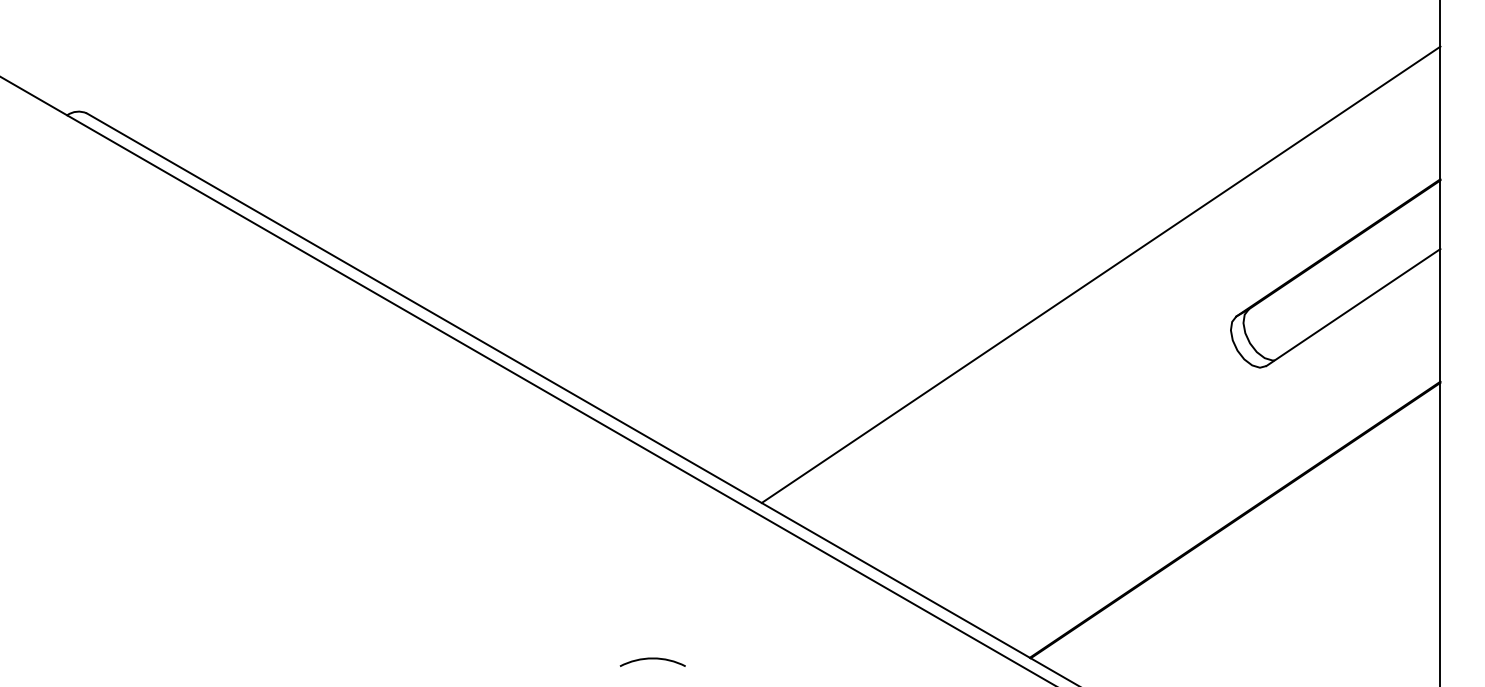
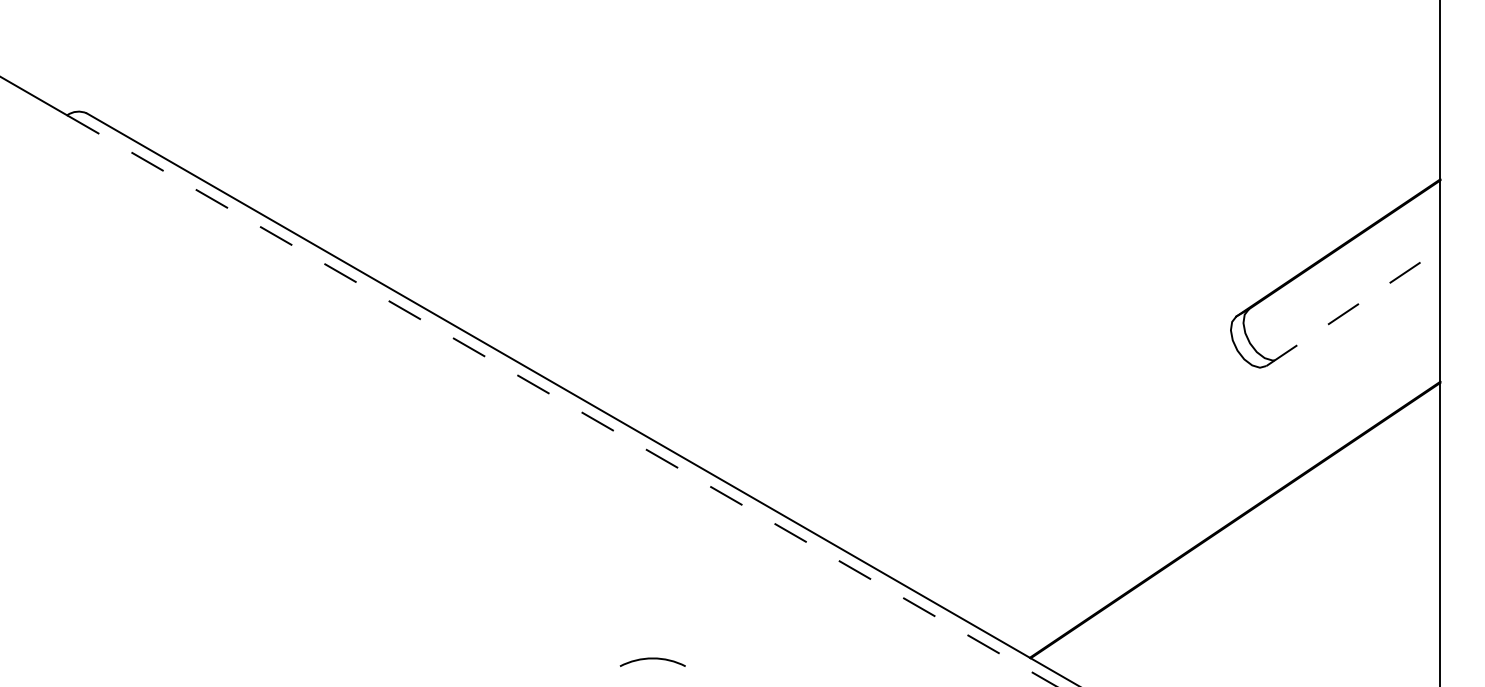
line at (1100, 274): present -> none
line at (1353, 307): solid -> dashed
line at (562, 401): solid -> dashed
